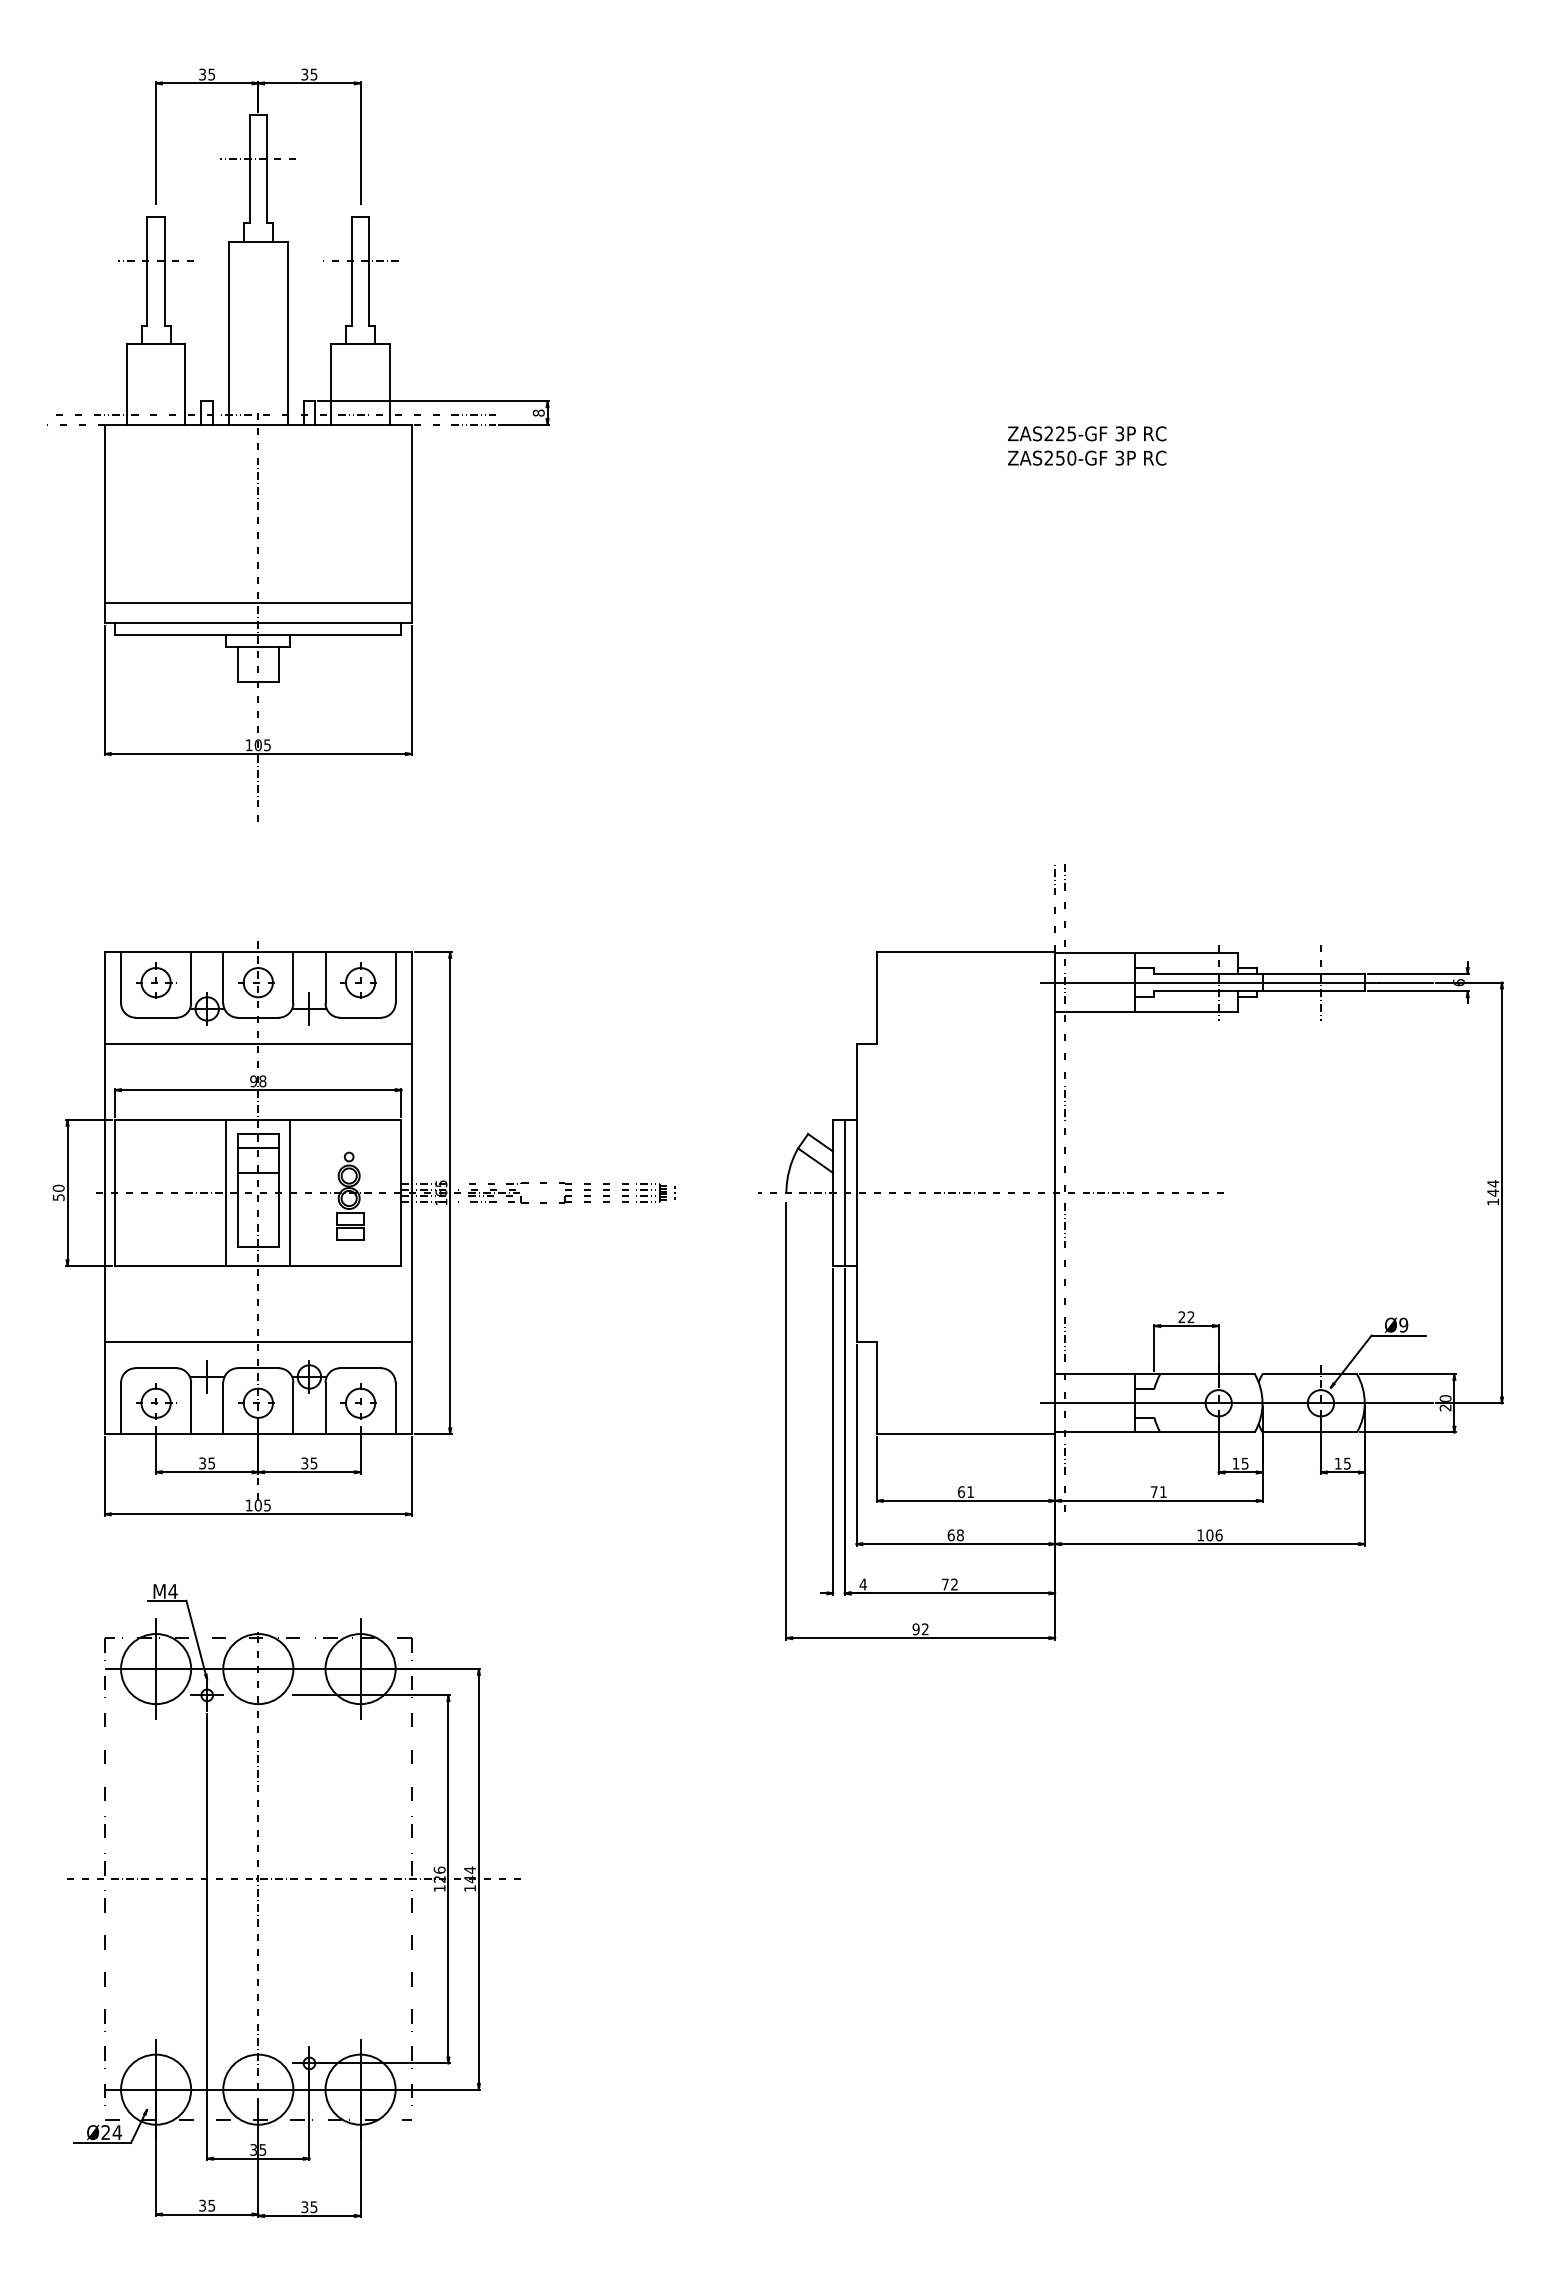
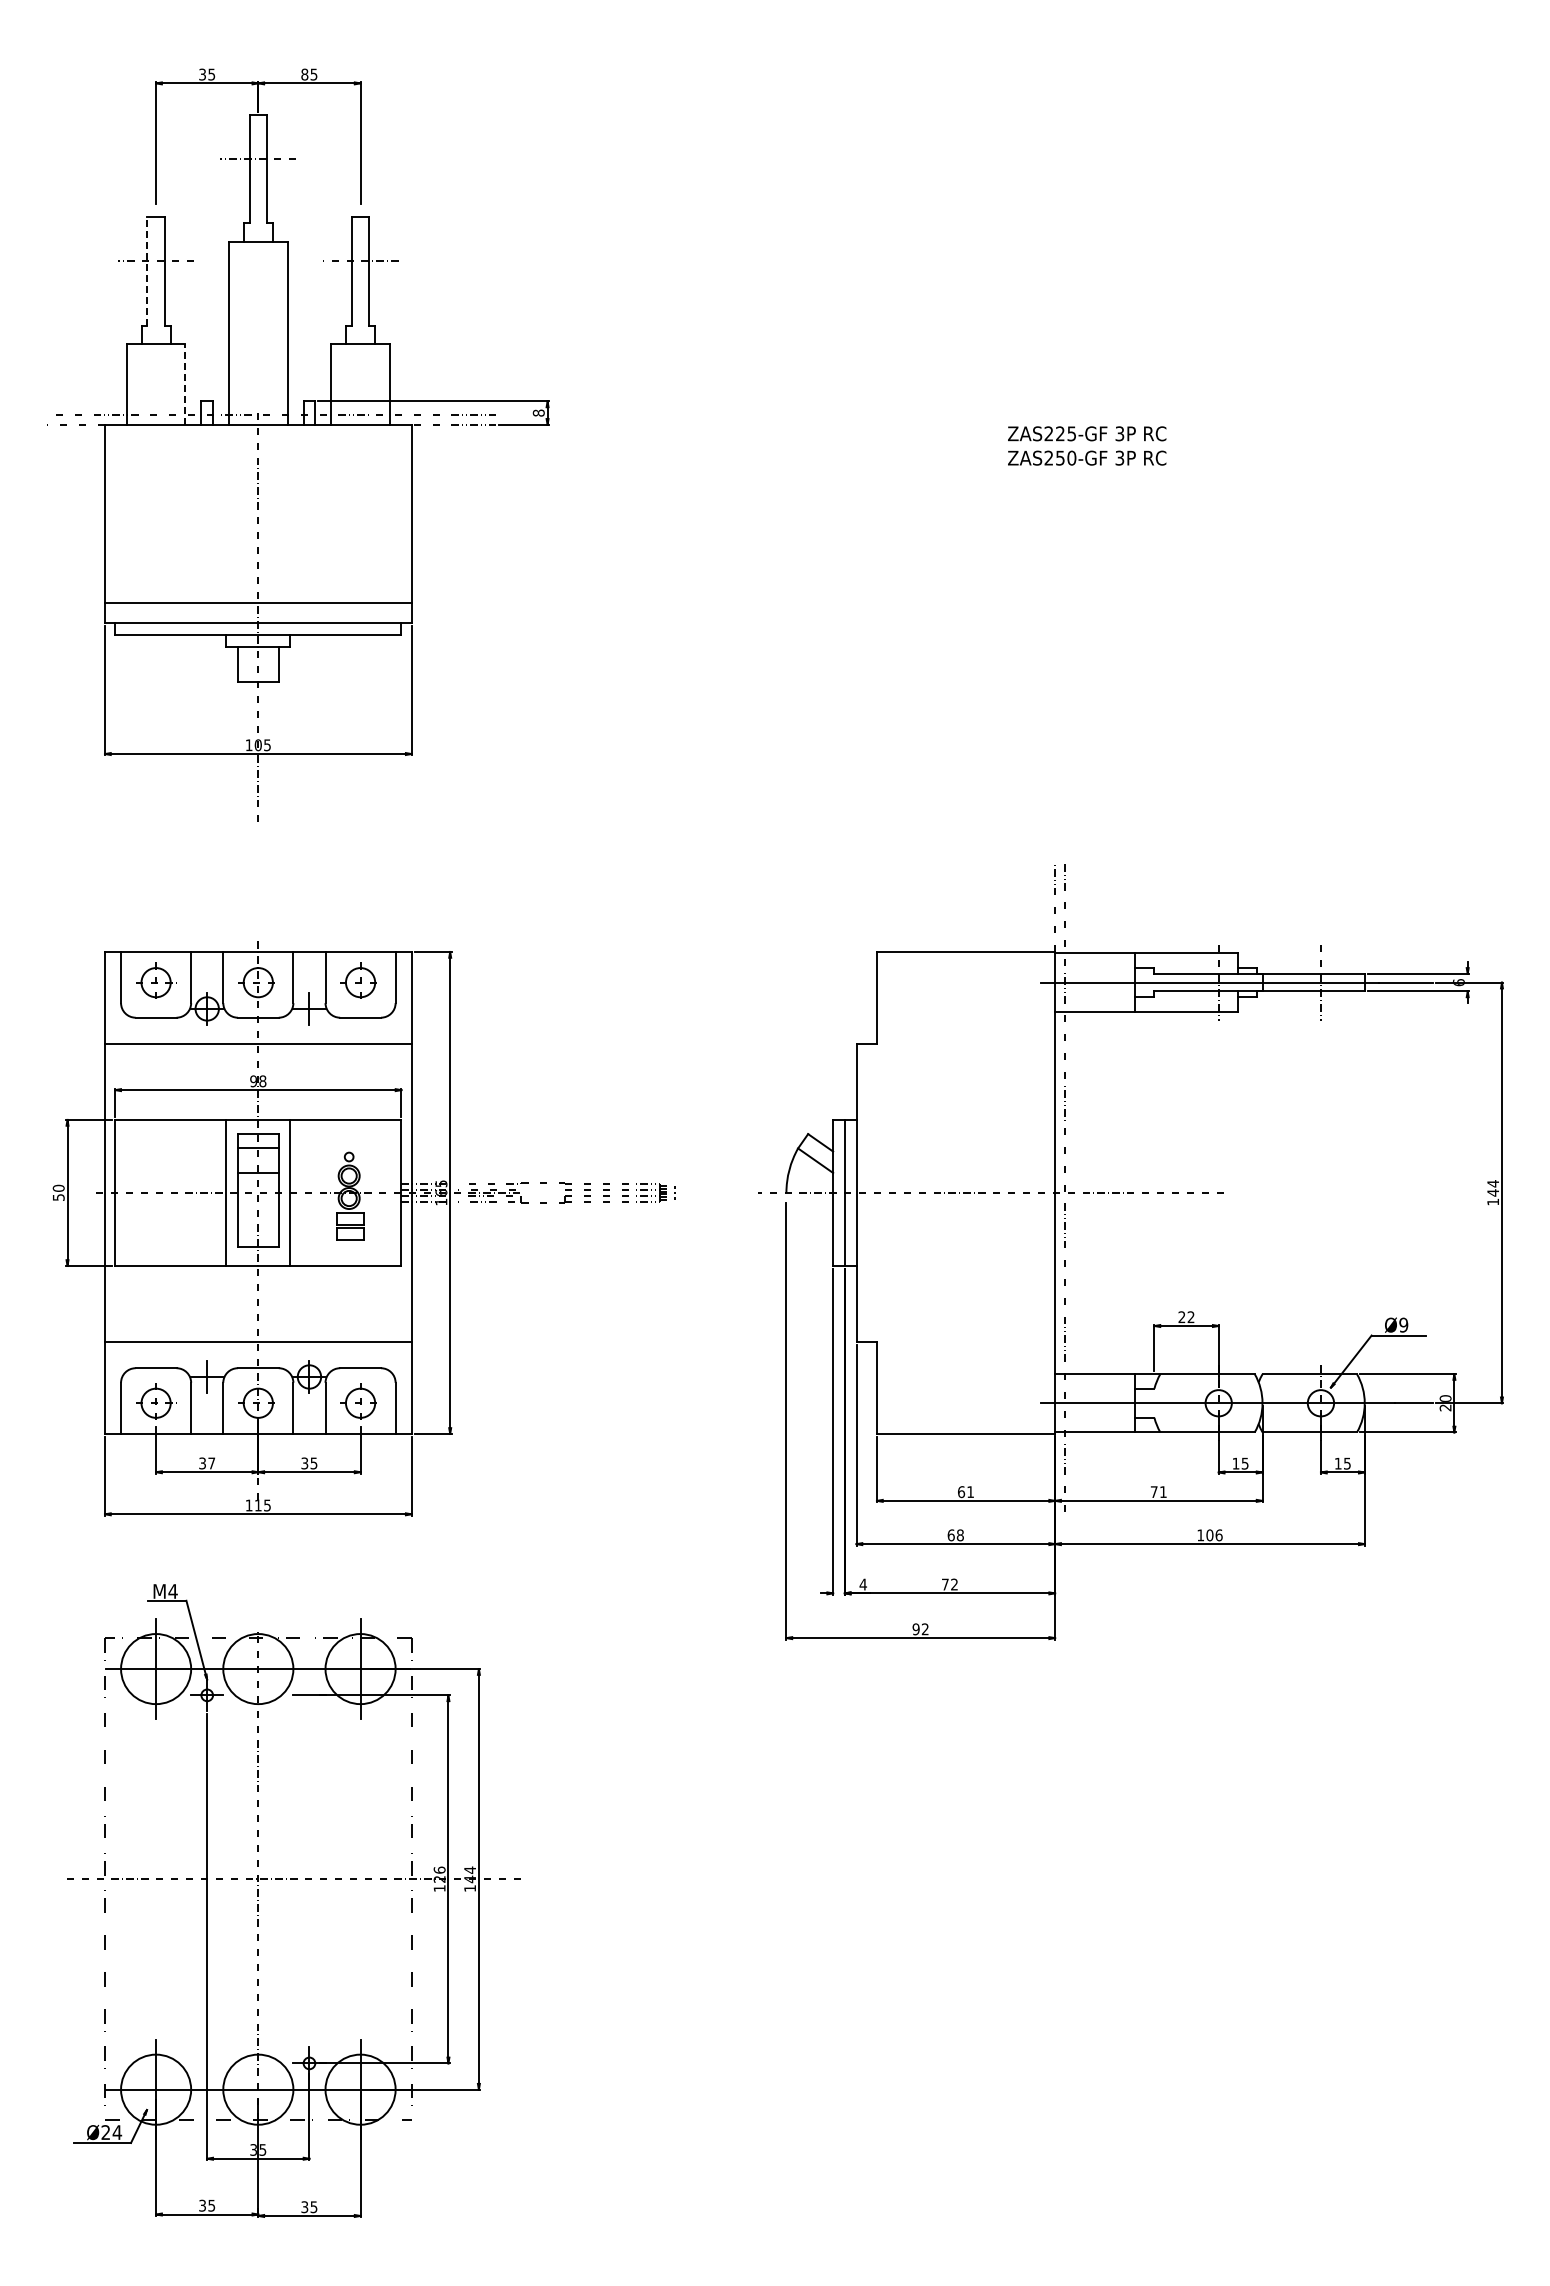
text at (304, 74): 35 -> 85
line at (147, 270): solid -> dashed
line at (185, 384): solid -> dashed
text at (211, 1463): 35 -> 37
text at (257, 1505): 105 -> 115
